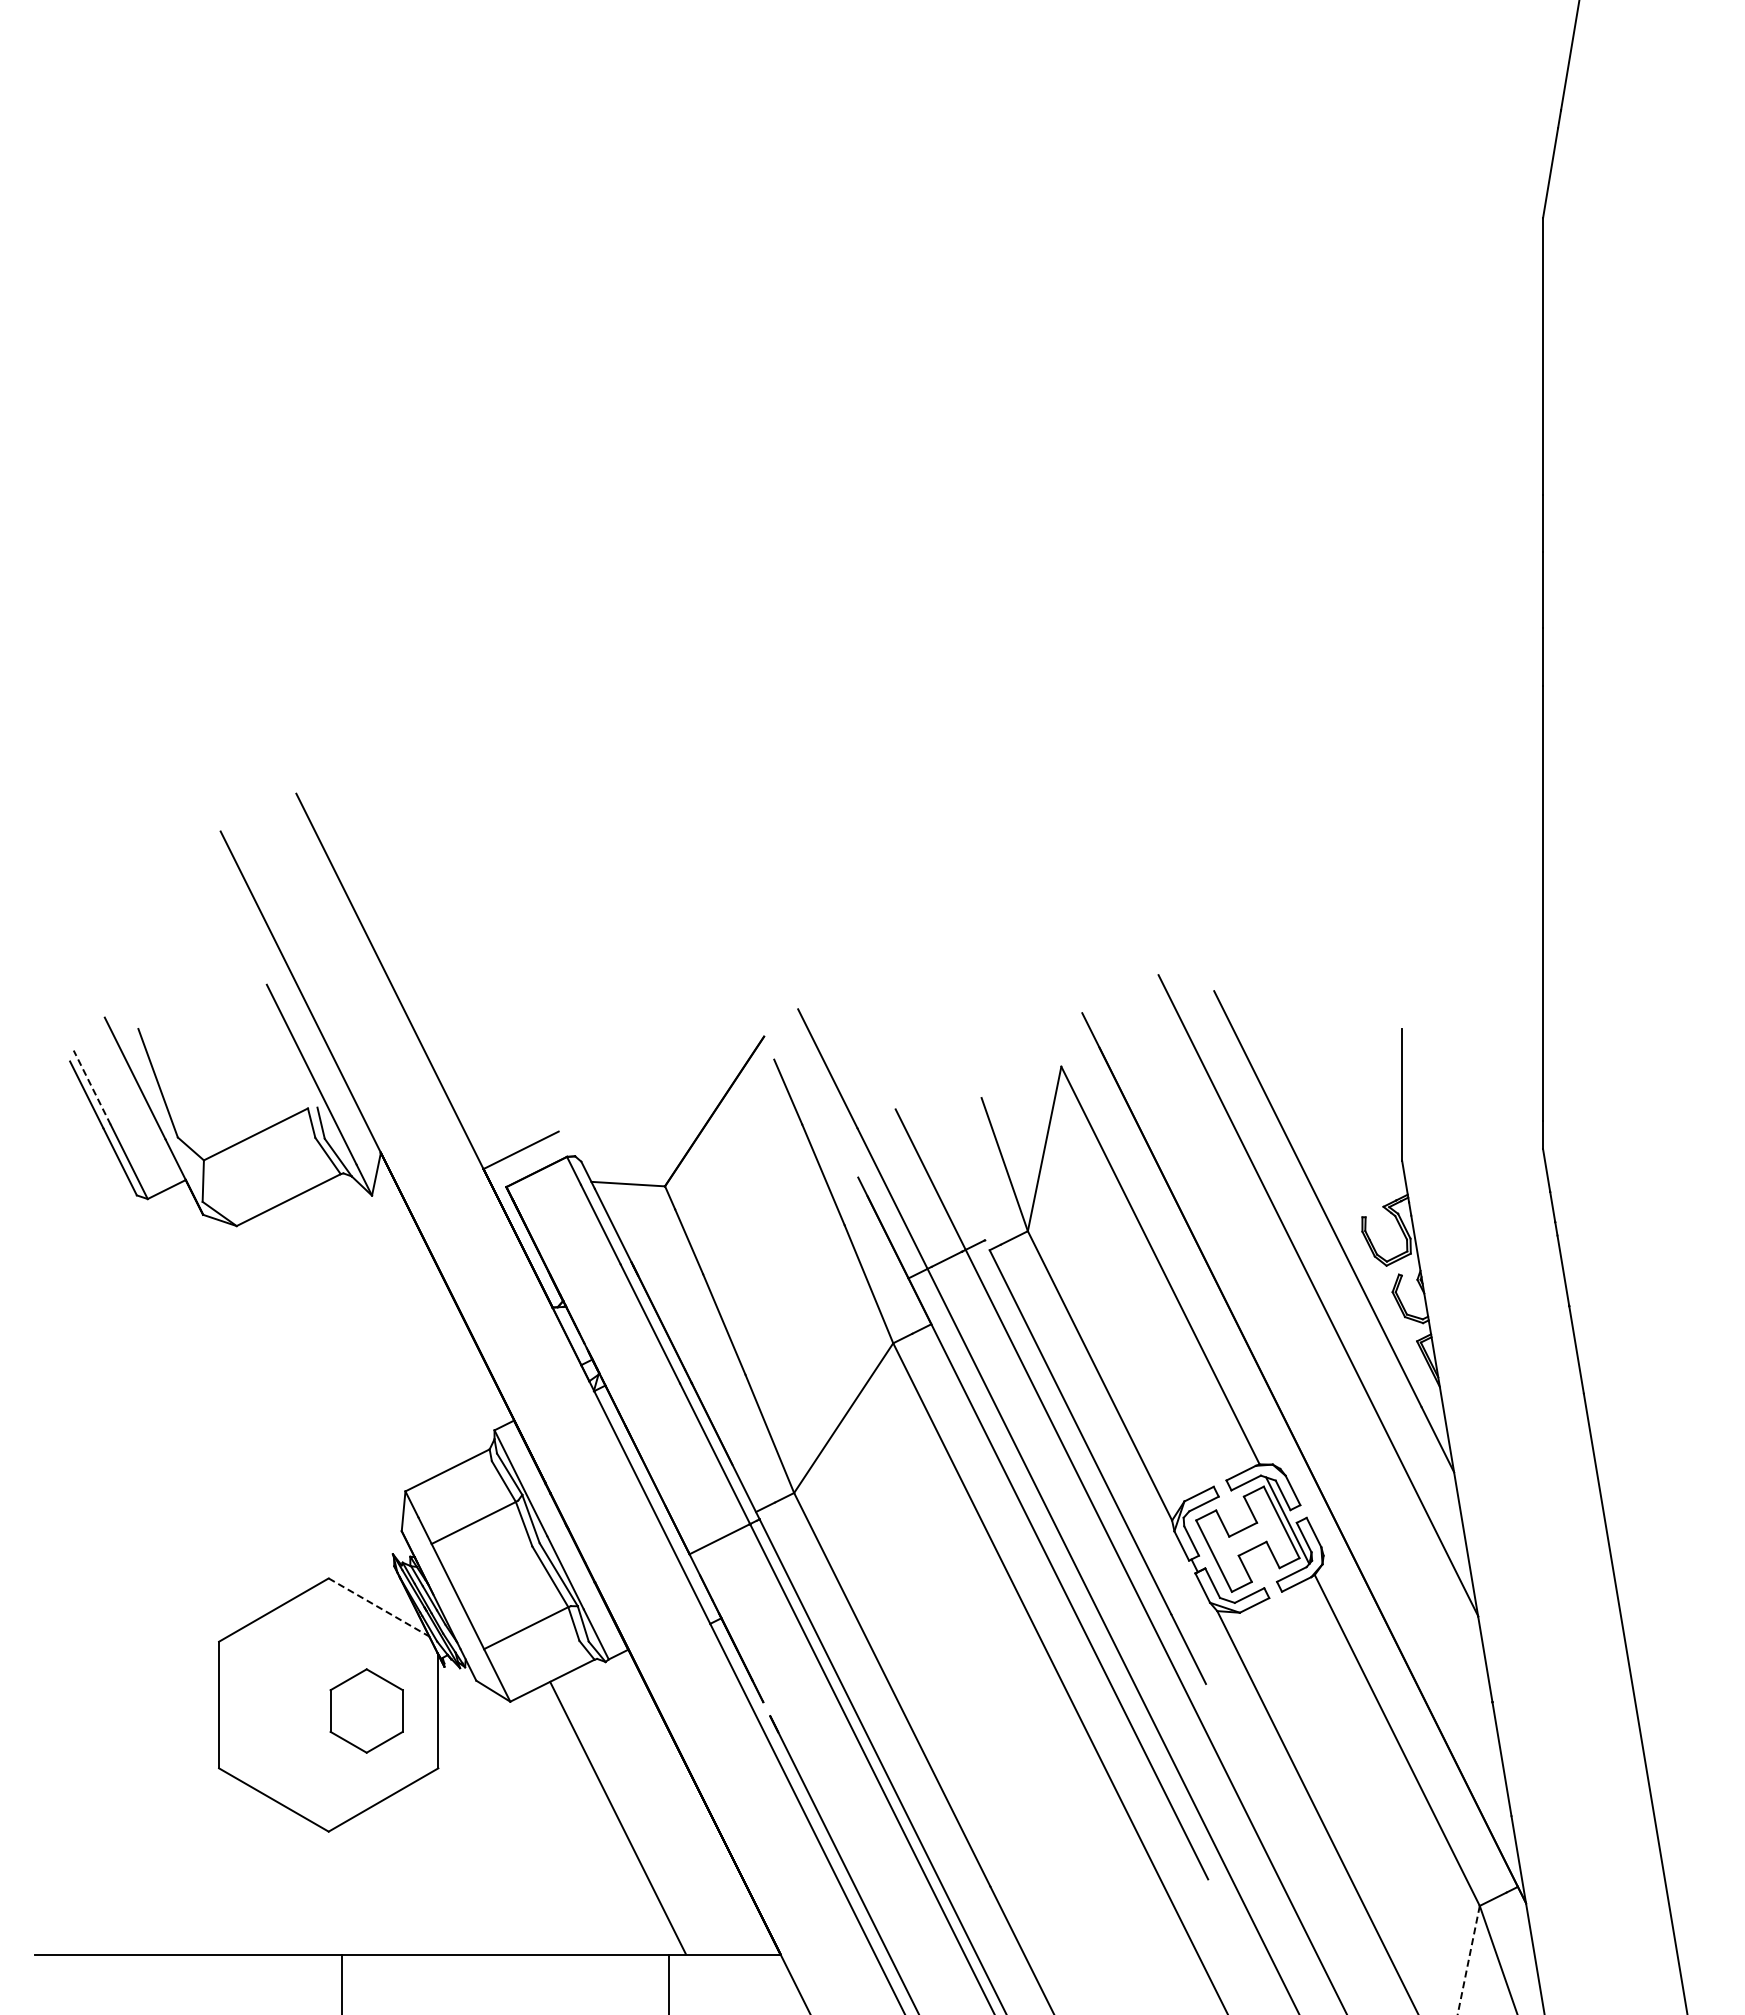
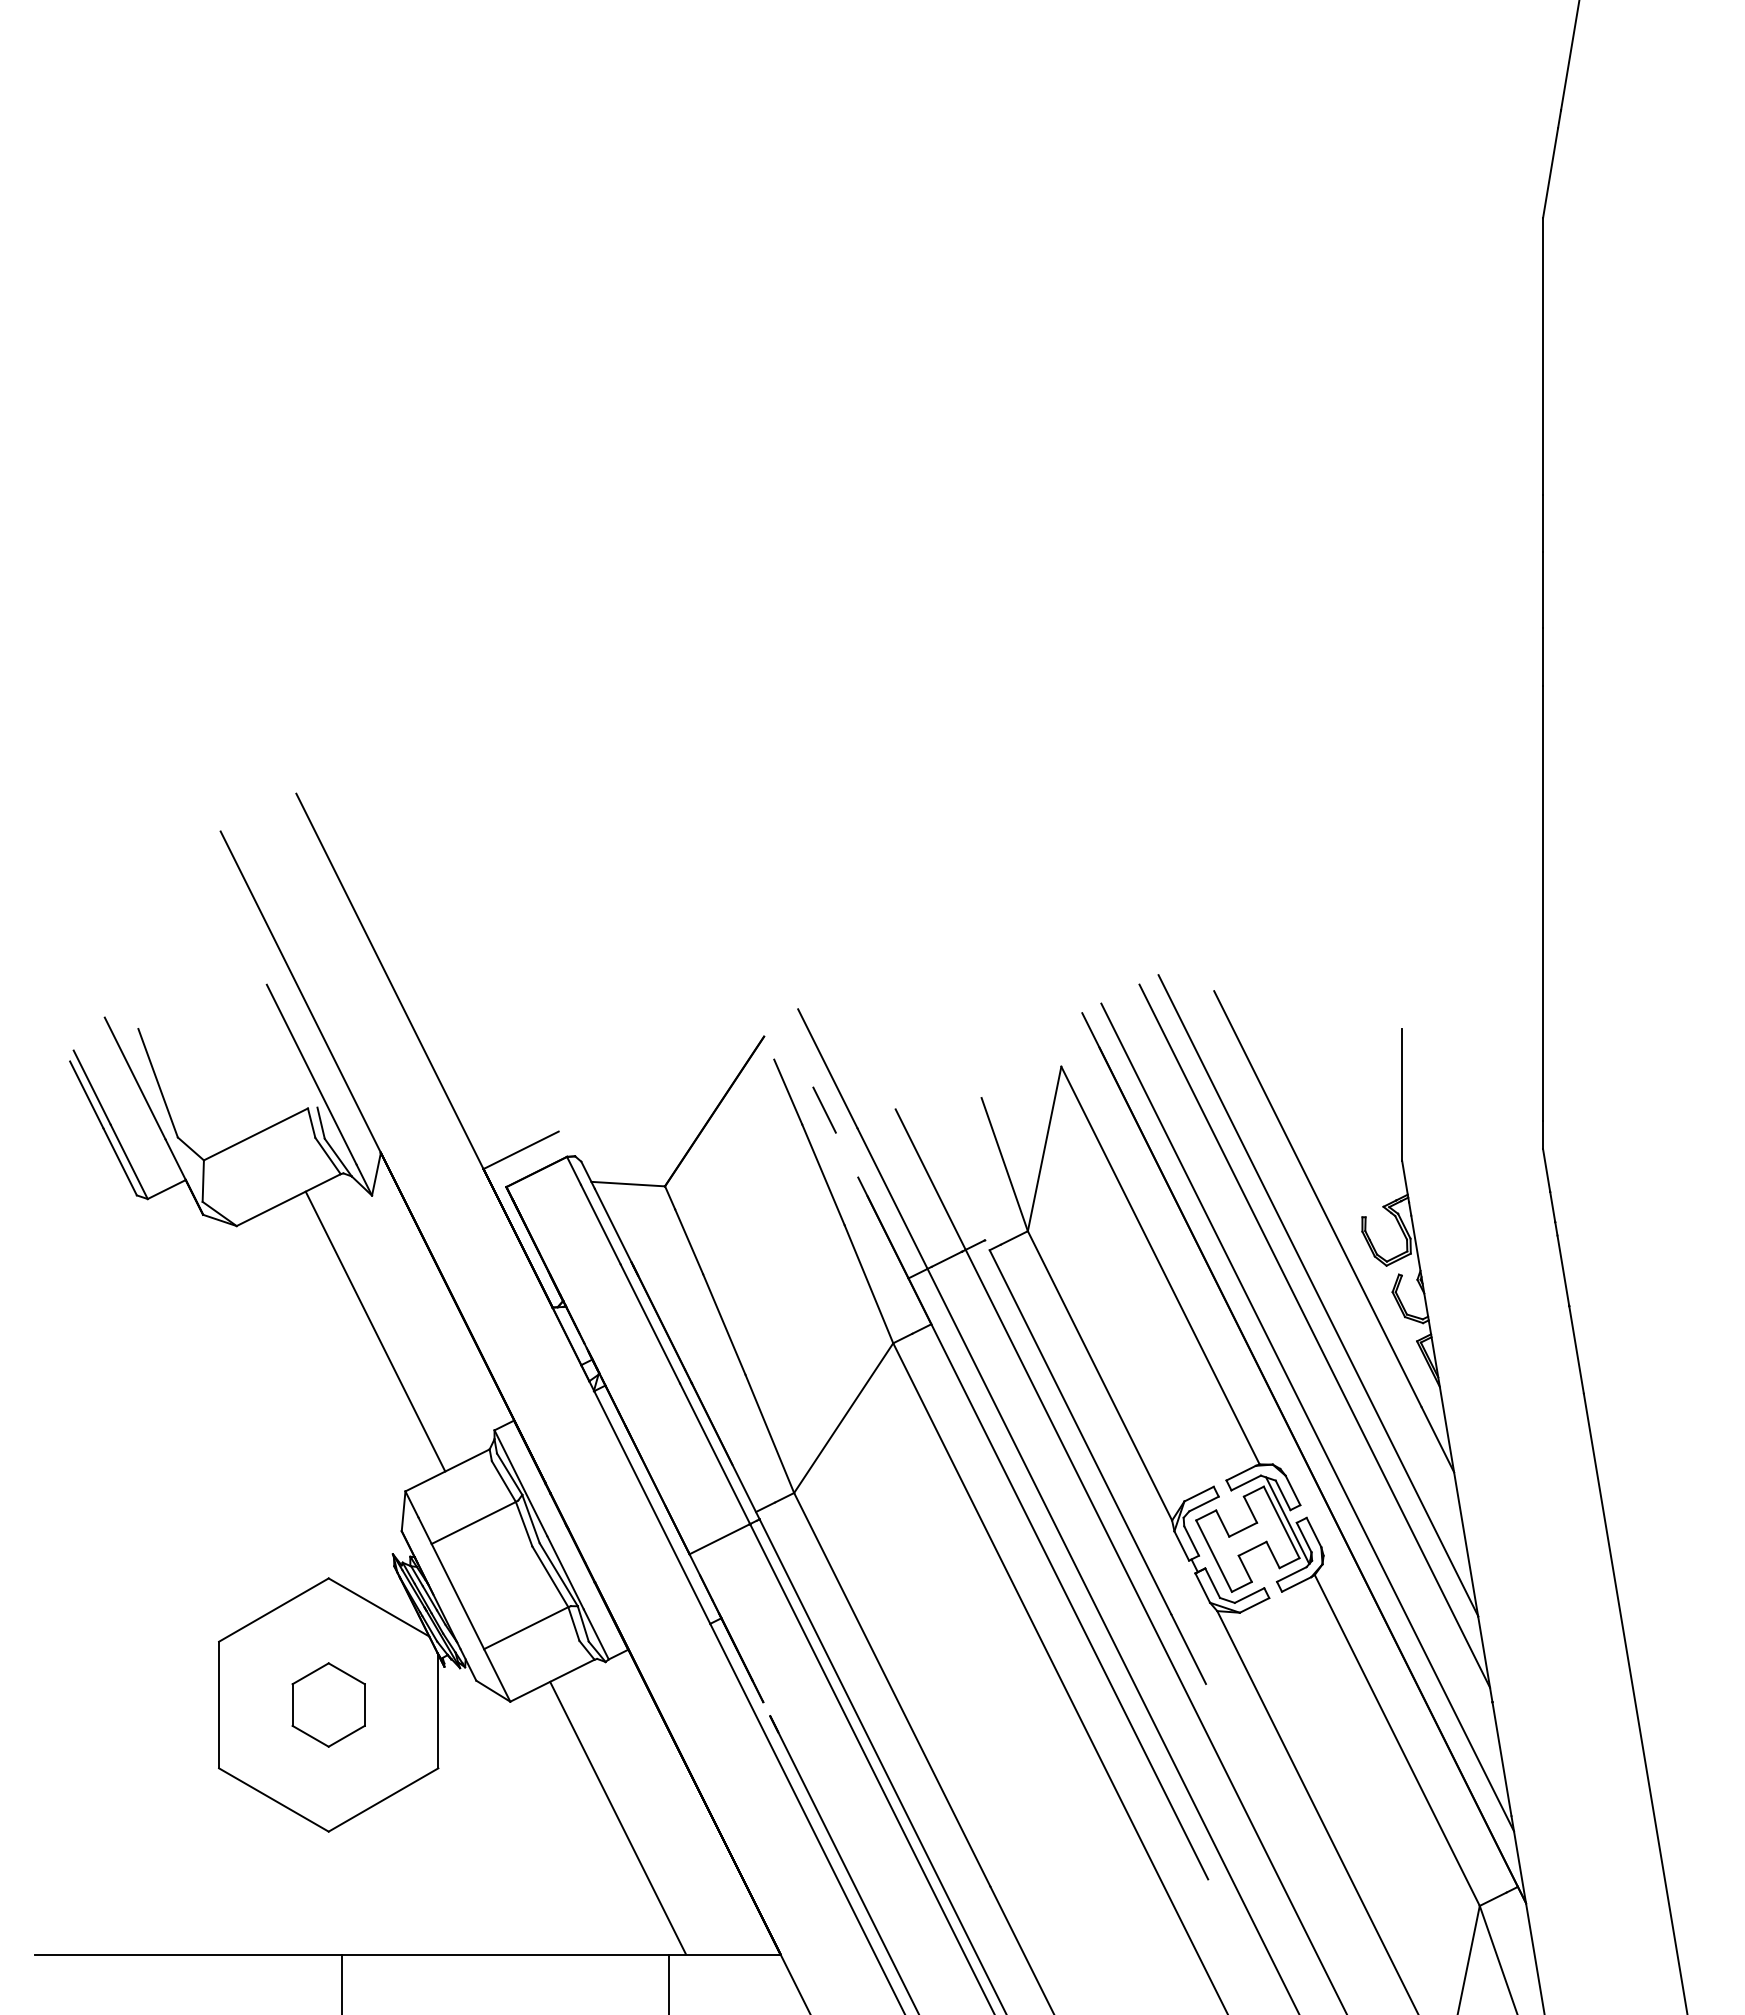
line at (92, 1087): dashed -> solid
line at (824, 1109): none -> present
line at (375, 1331): none -> present
line at (1314, 1335): none -> present
line at (1307, 1417): none -> present
line at (378, 1607): dashed -> solid
part at (366, 1710) position: (366, 1710) -> (328, 1704)
line at (1468, 1960): dashed -> solid
